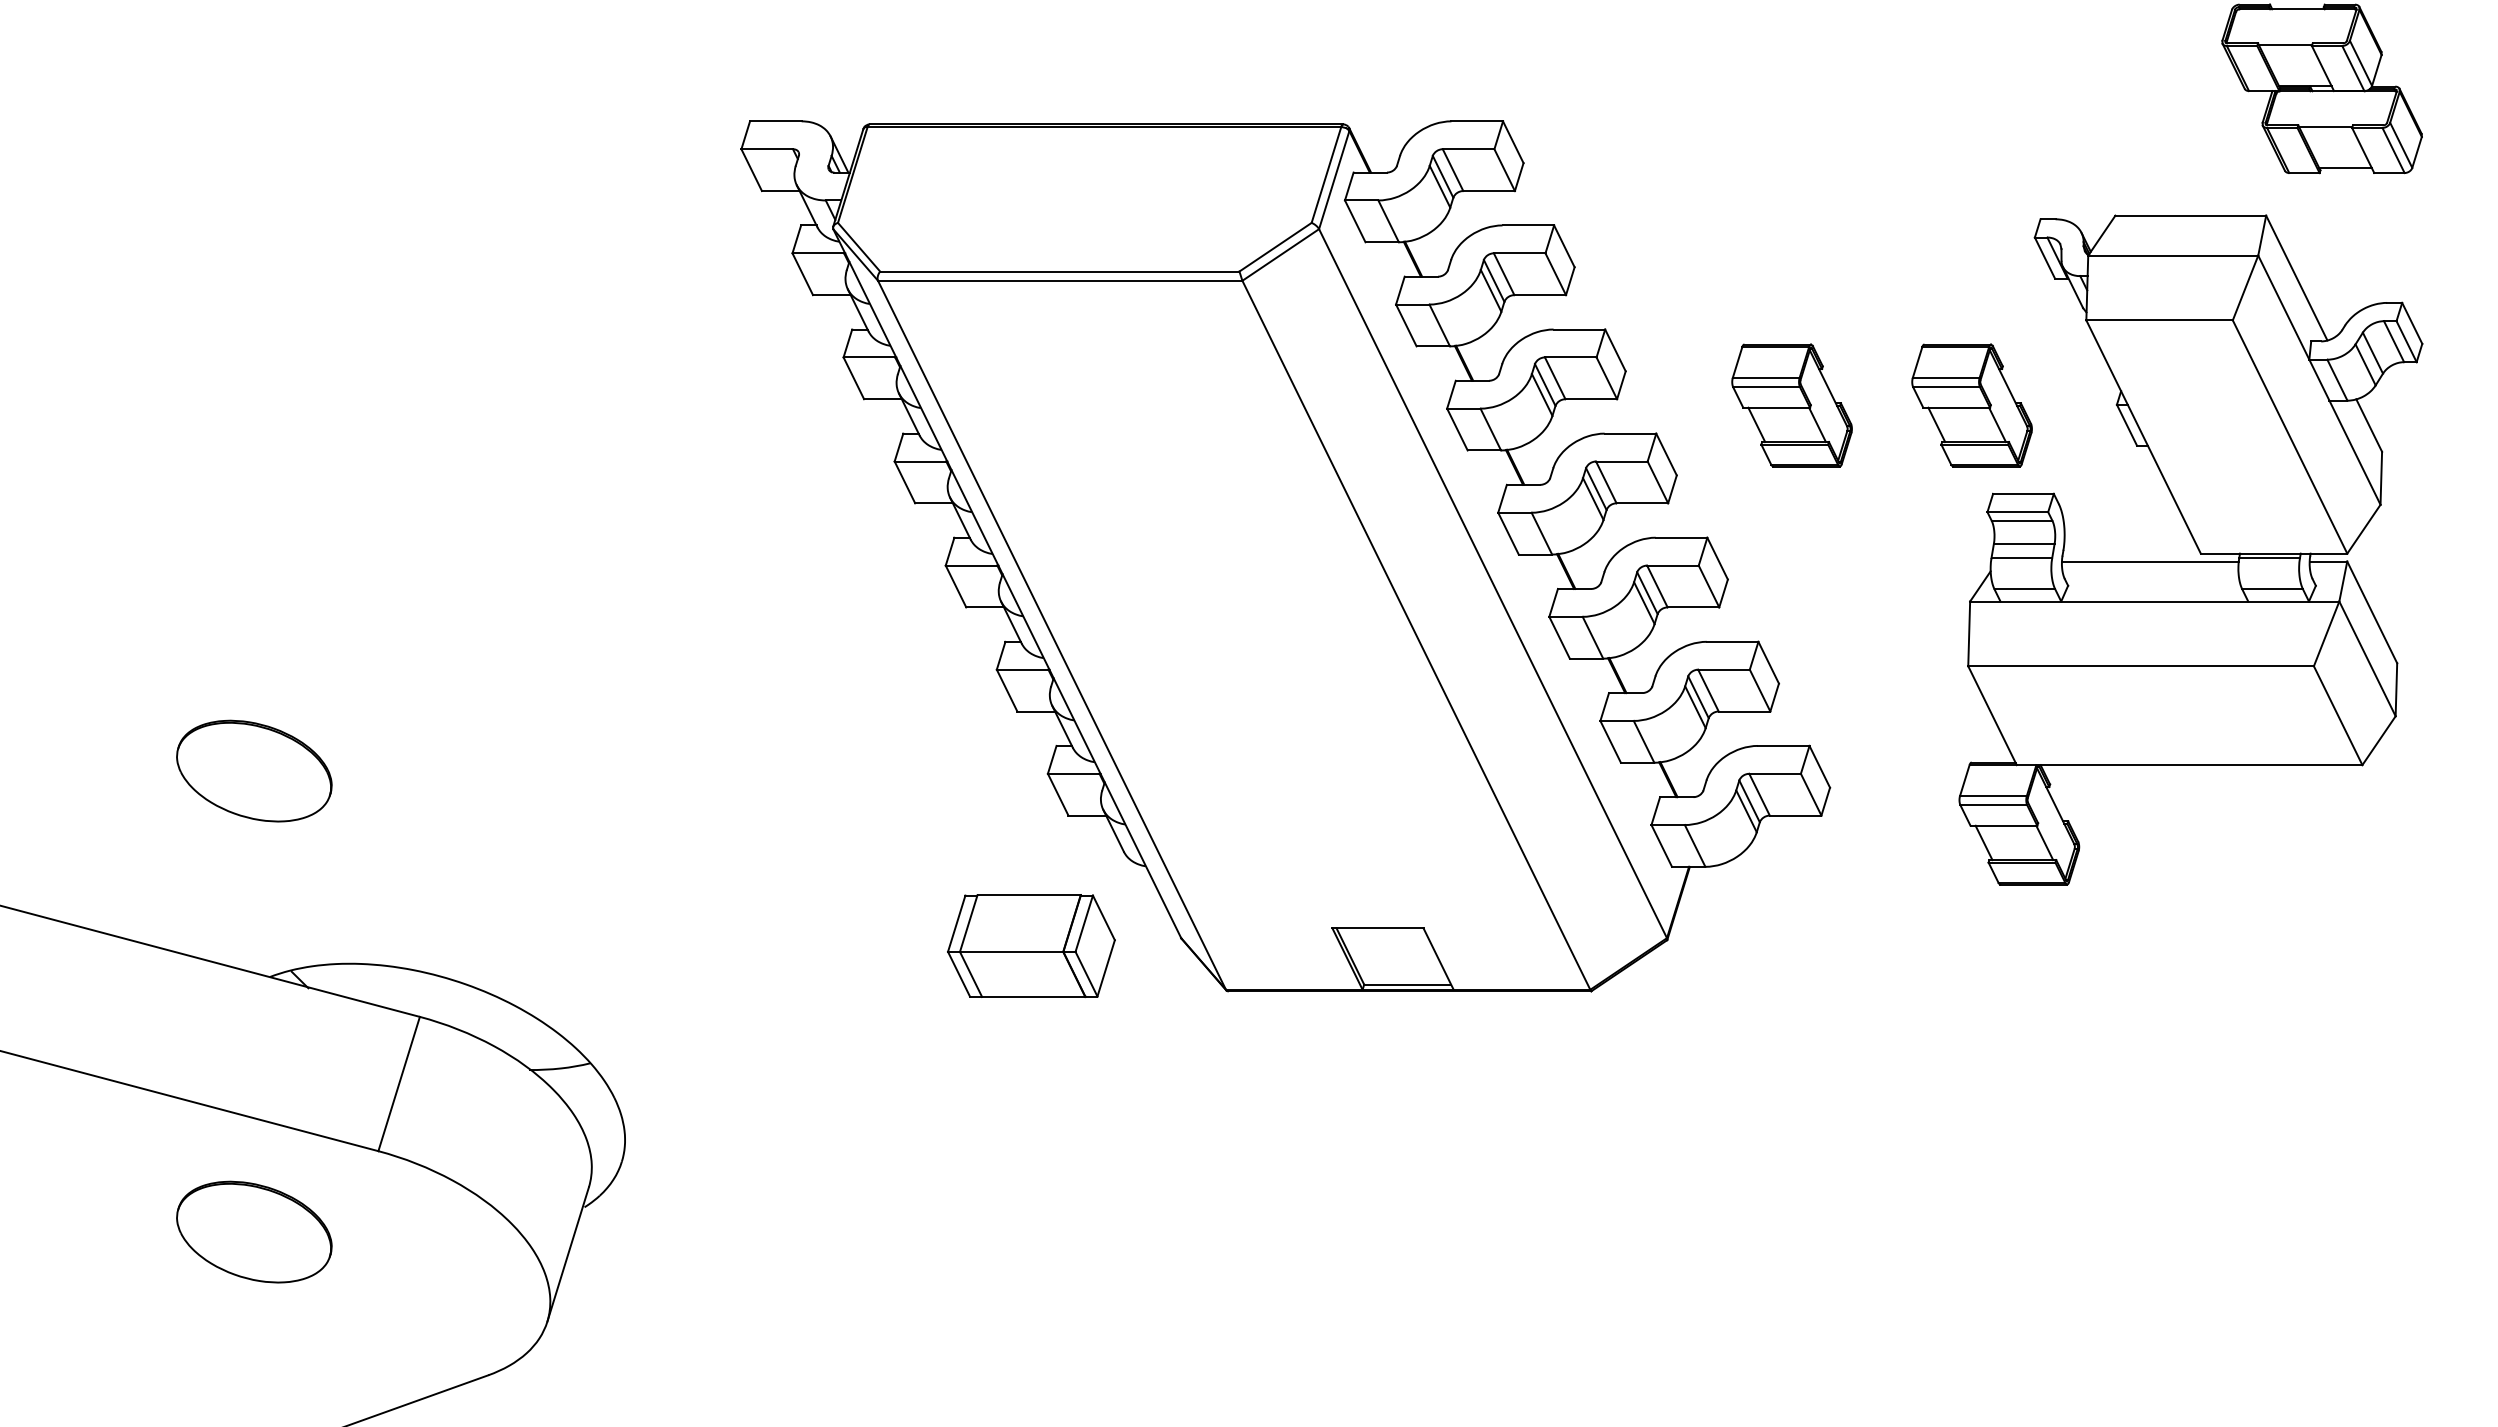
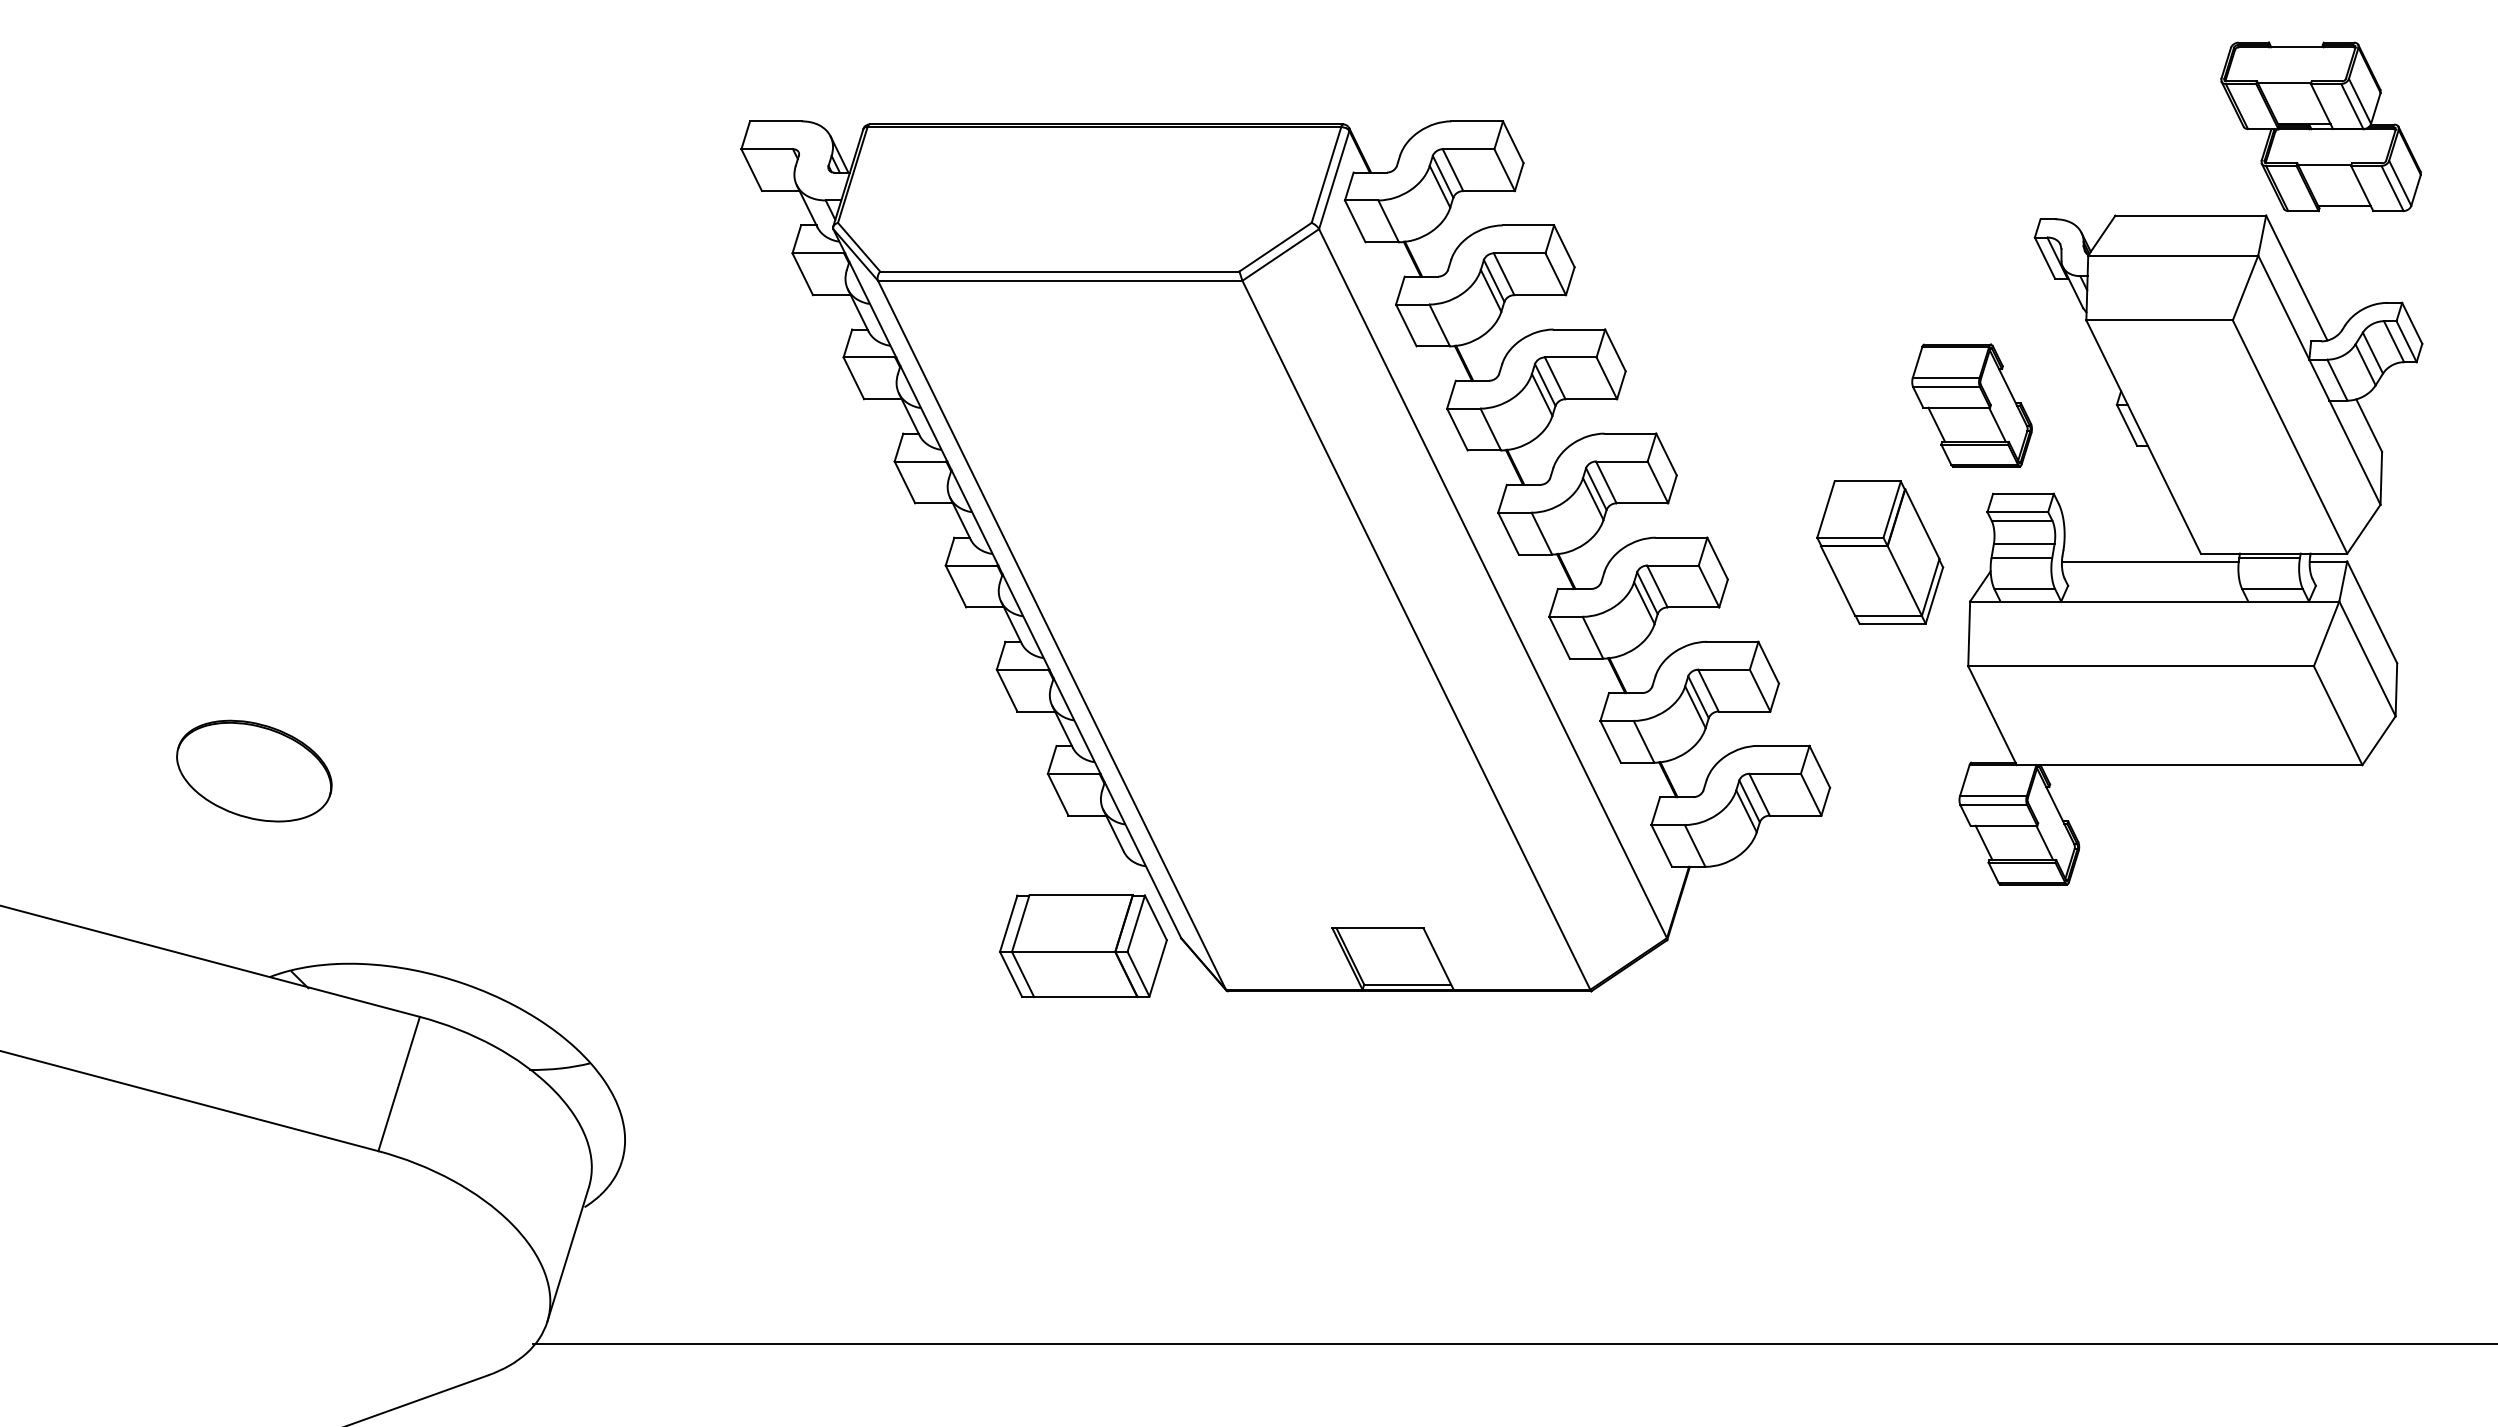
part at (2321, 88) position: (2321, 88) -> (2320, 126)
part at (1791, 405): present -> none
part at (1880, 552): none -> present
part at (1031, 946) position: (1031, 946) -> (1083, 946)
part at (254, 1231): present -> none
line at (1513, 1343): none -> present
